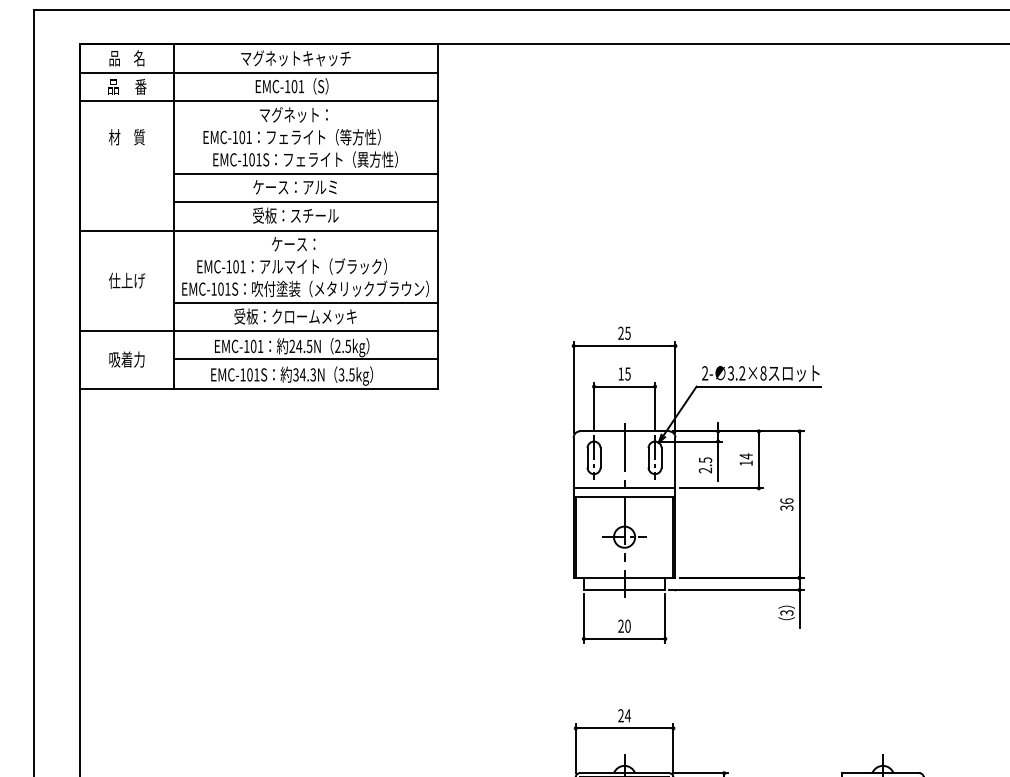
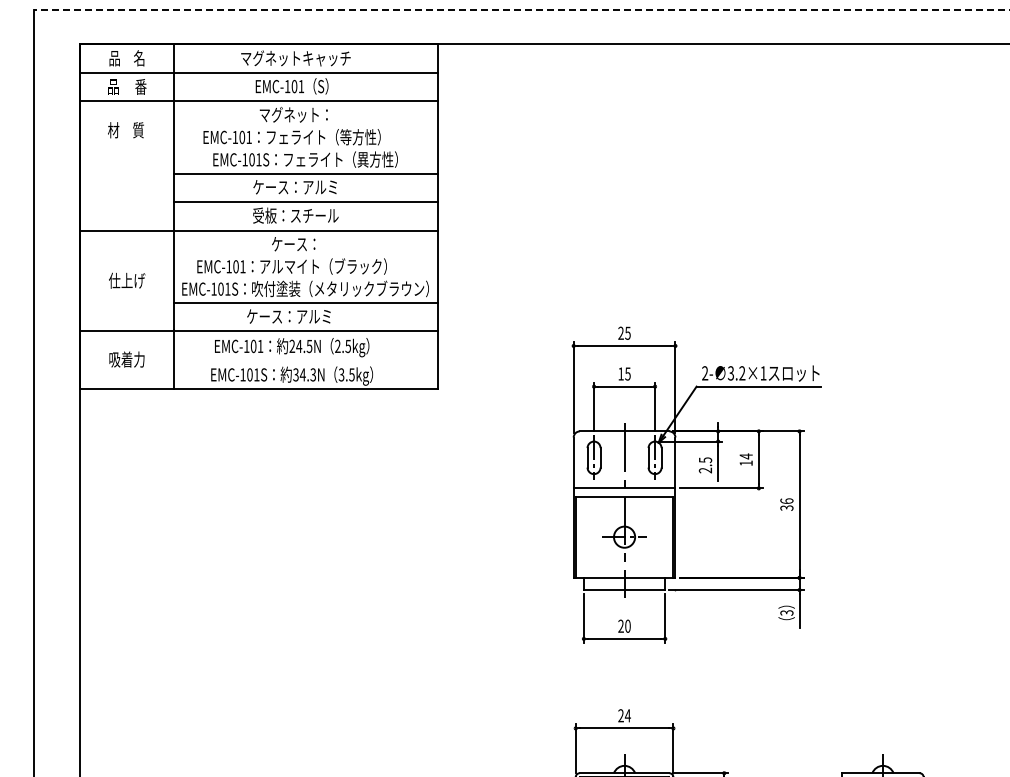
line at (521, 9): solid -> dashed
text at (126, 137) position: (126, 137) -> (125, 130)
text at (295, 316): 受板：クロームメッキ -> ケース：アルミ
line at (305, 359): present -> none
text at (763, 373): 3.2×8 -> 3.2×1
